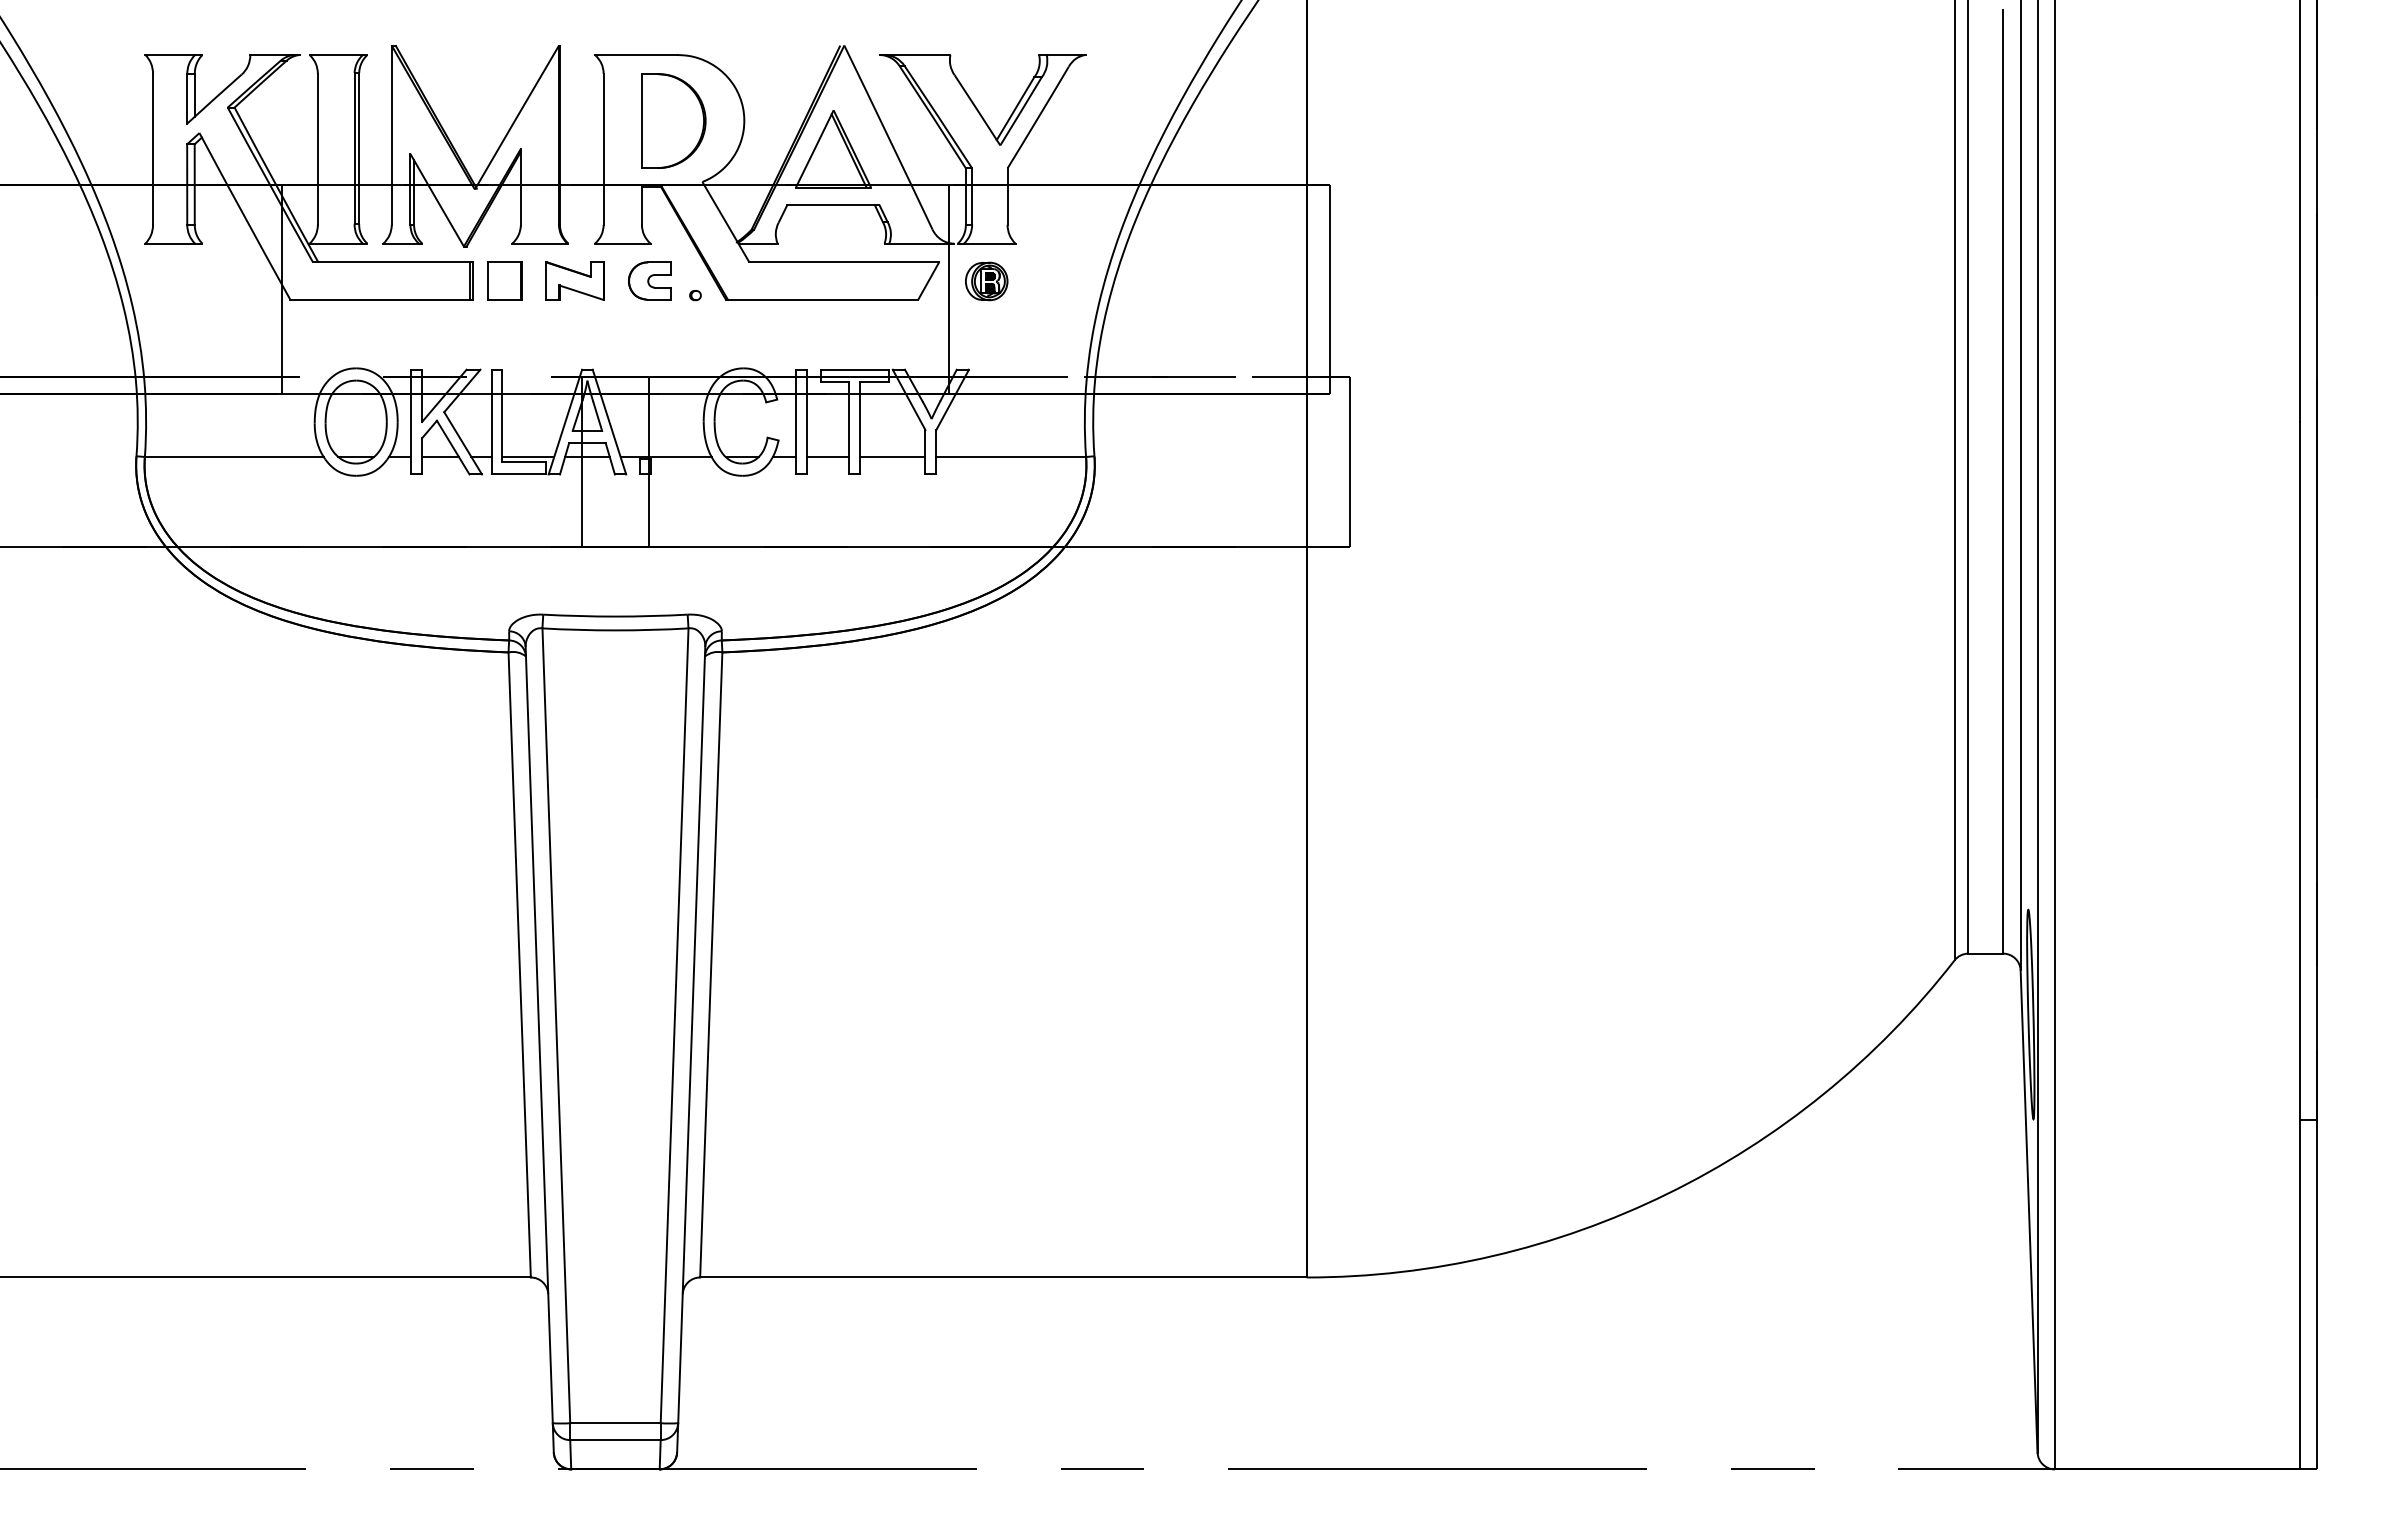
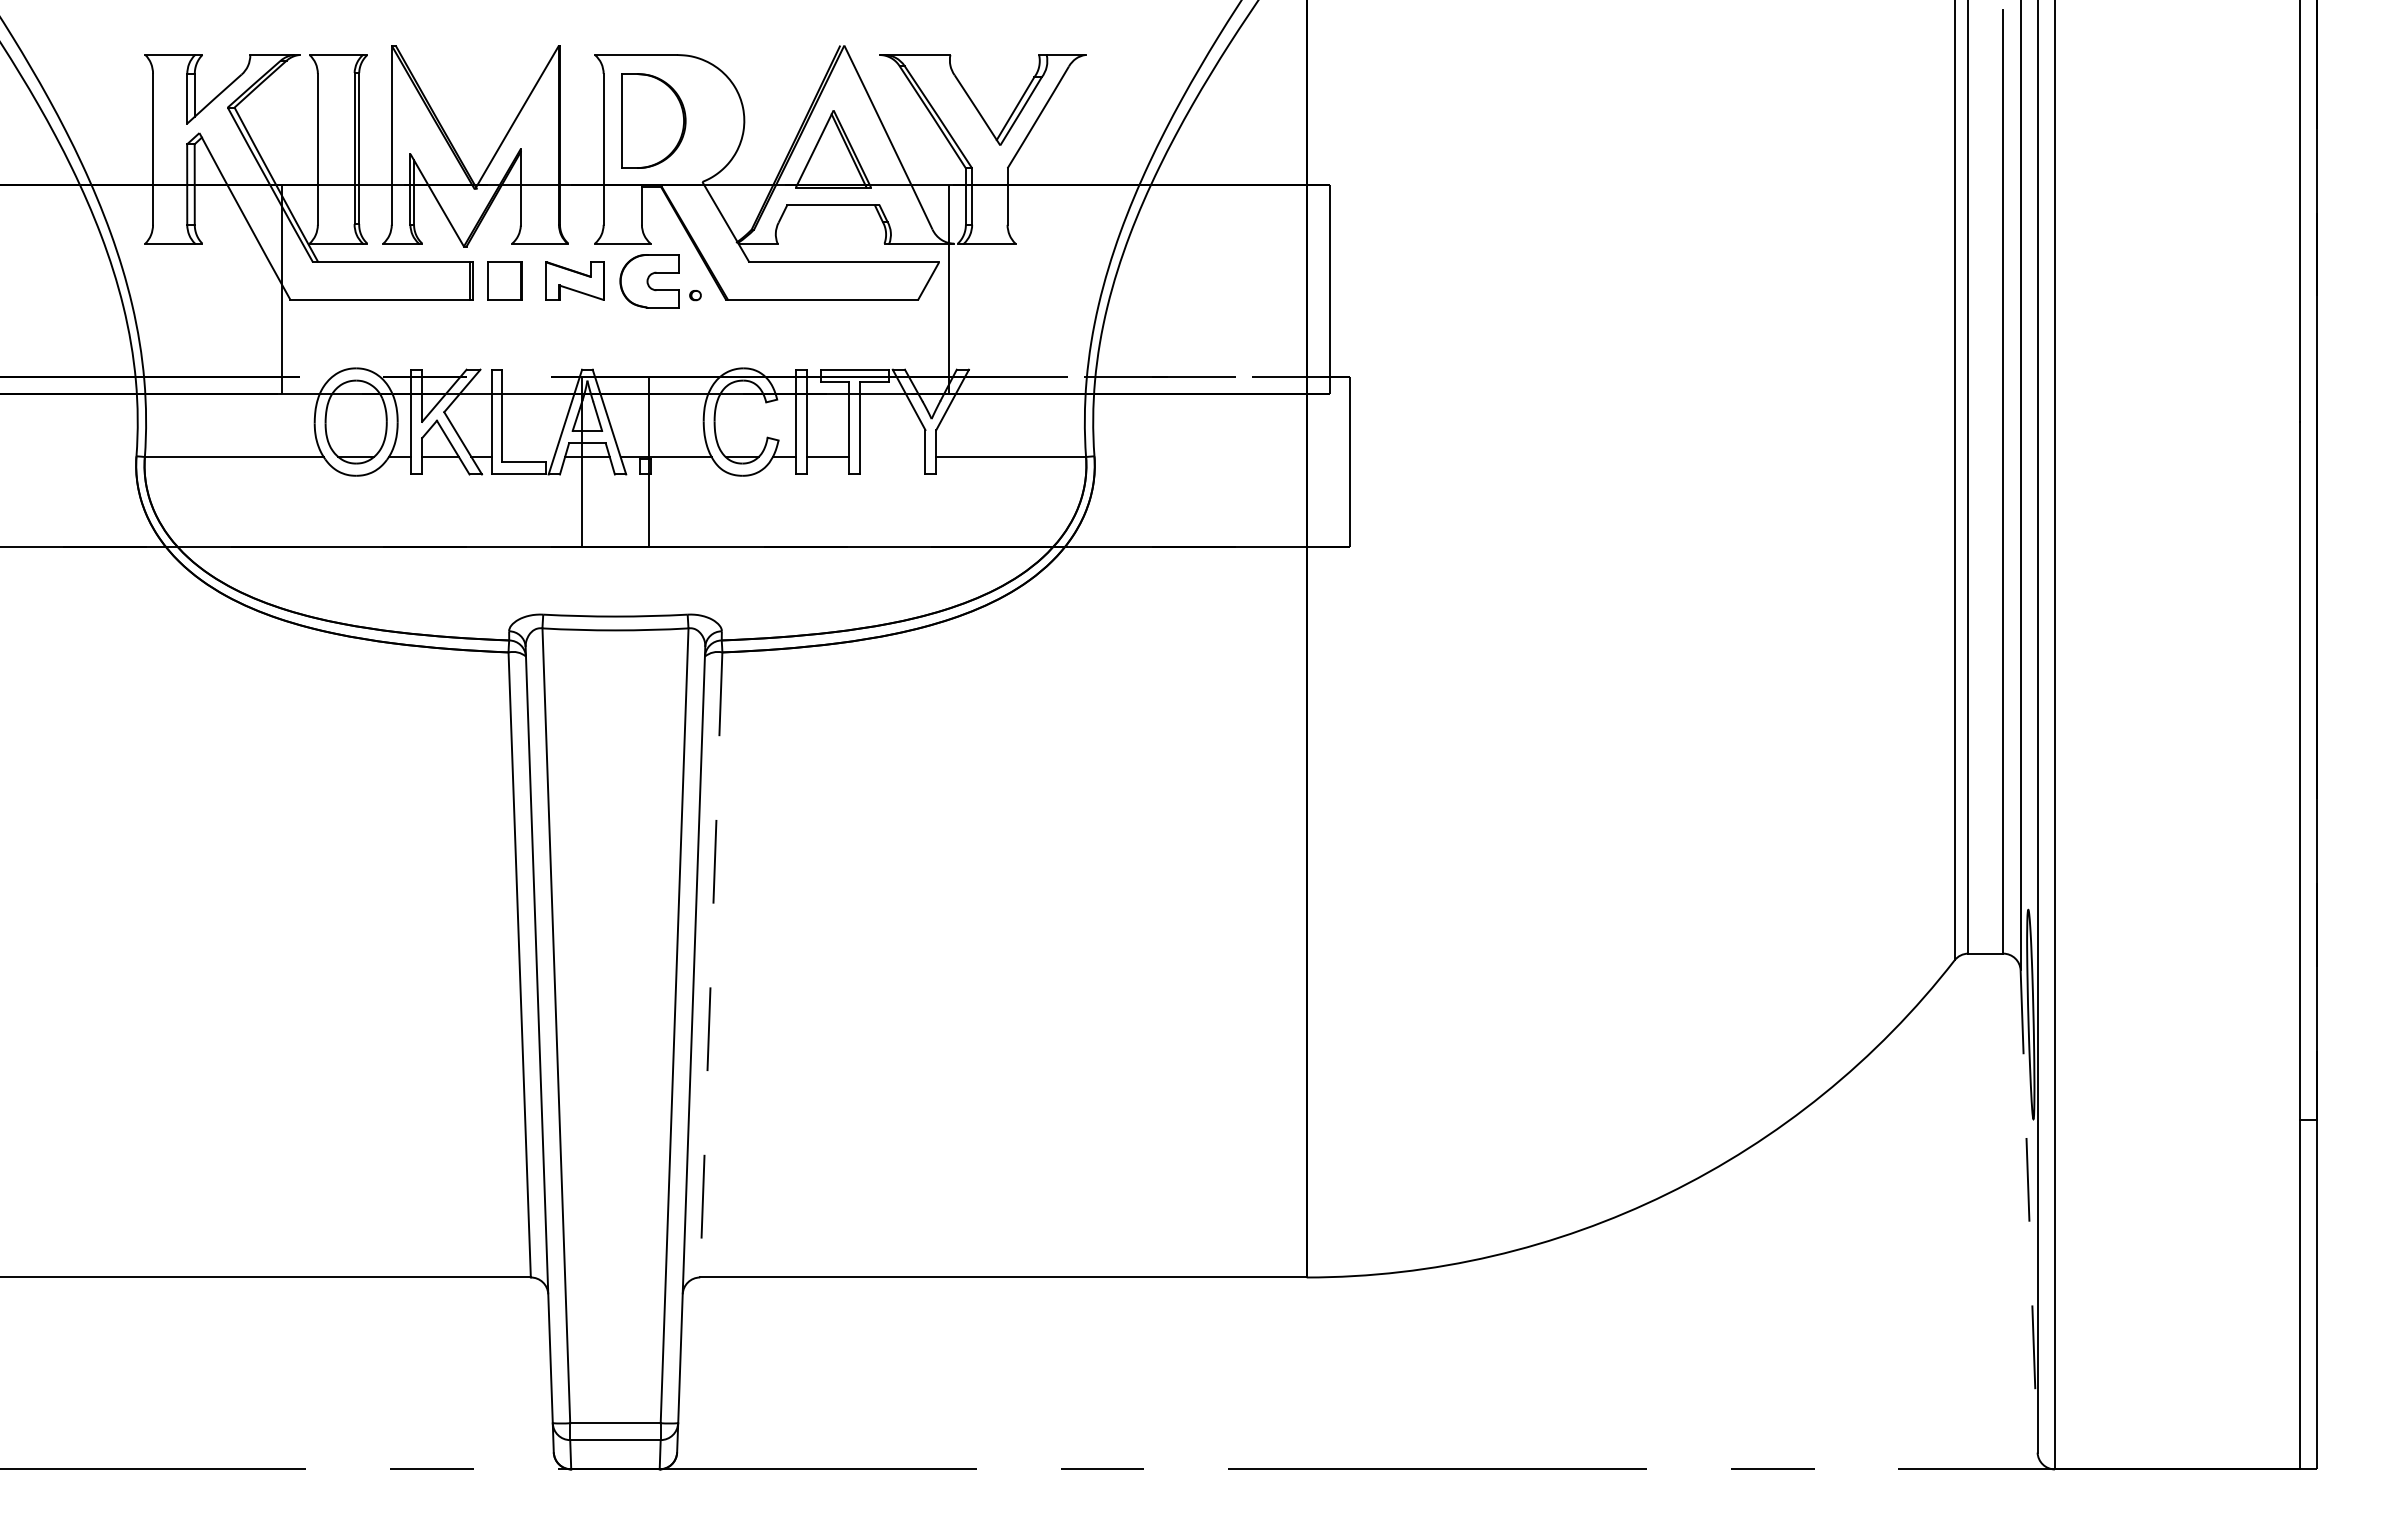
part at (673, 120) position: (673, 120) -> (653, 120)
part at (649, 280) size: 44x40 px -> 61x55 px
part at (986, 281): present -> none
line at (528, 457): present -> none
line at (892, 457): present -> none
line at (711, 964): solid -> dashed
line at (2029, 1212): solid -> dashed
